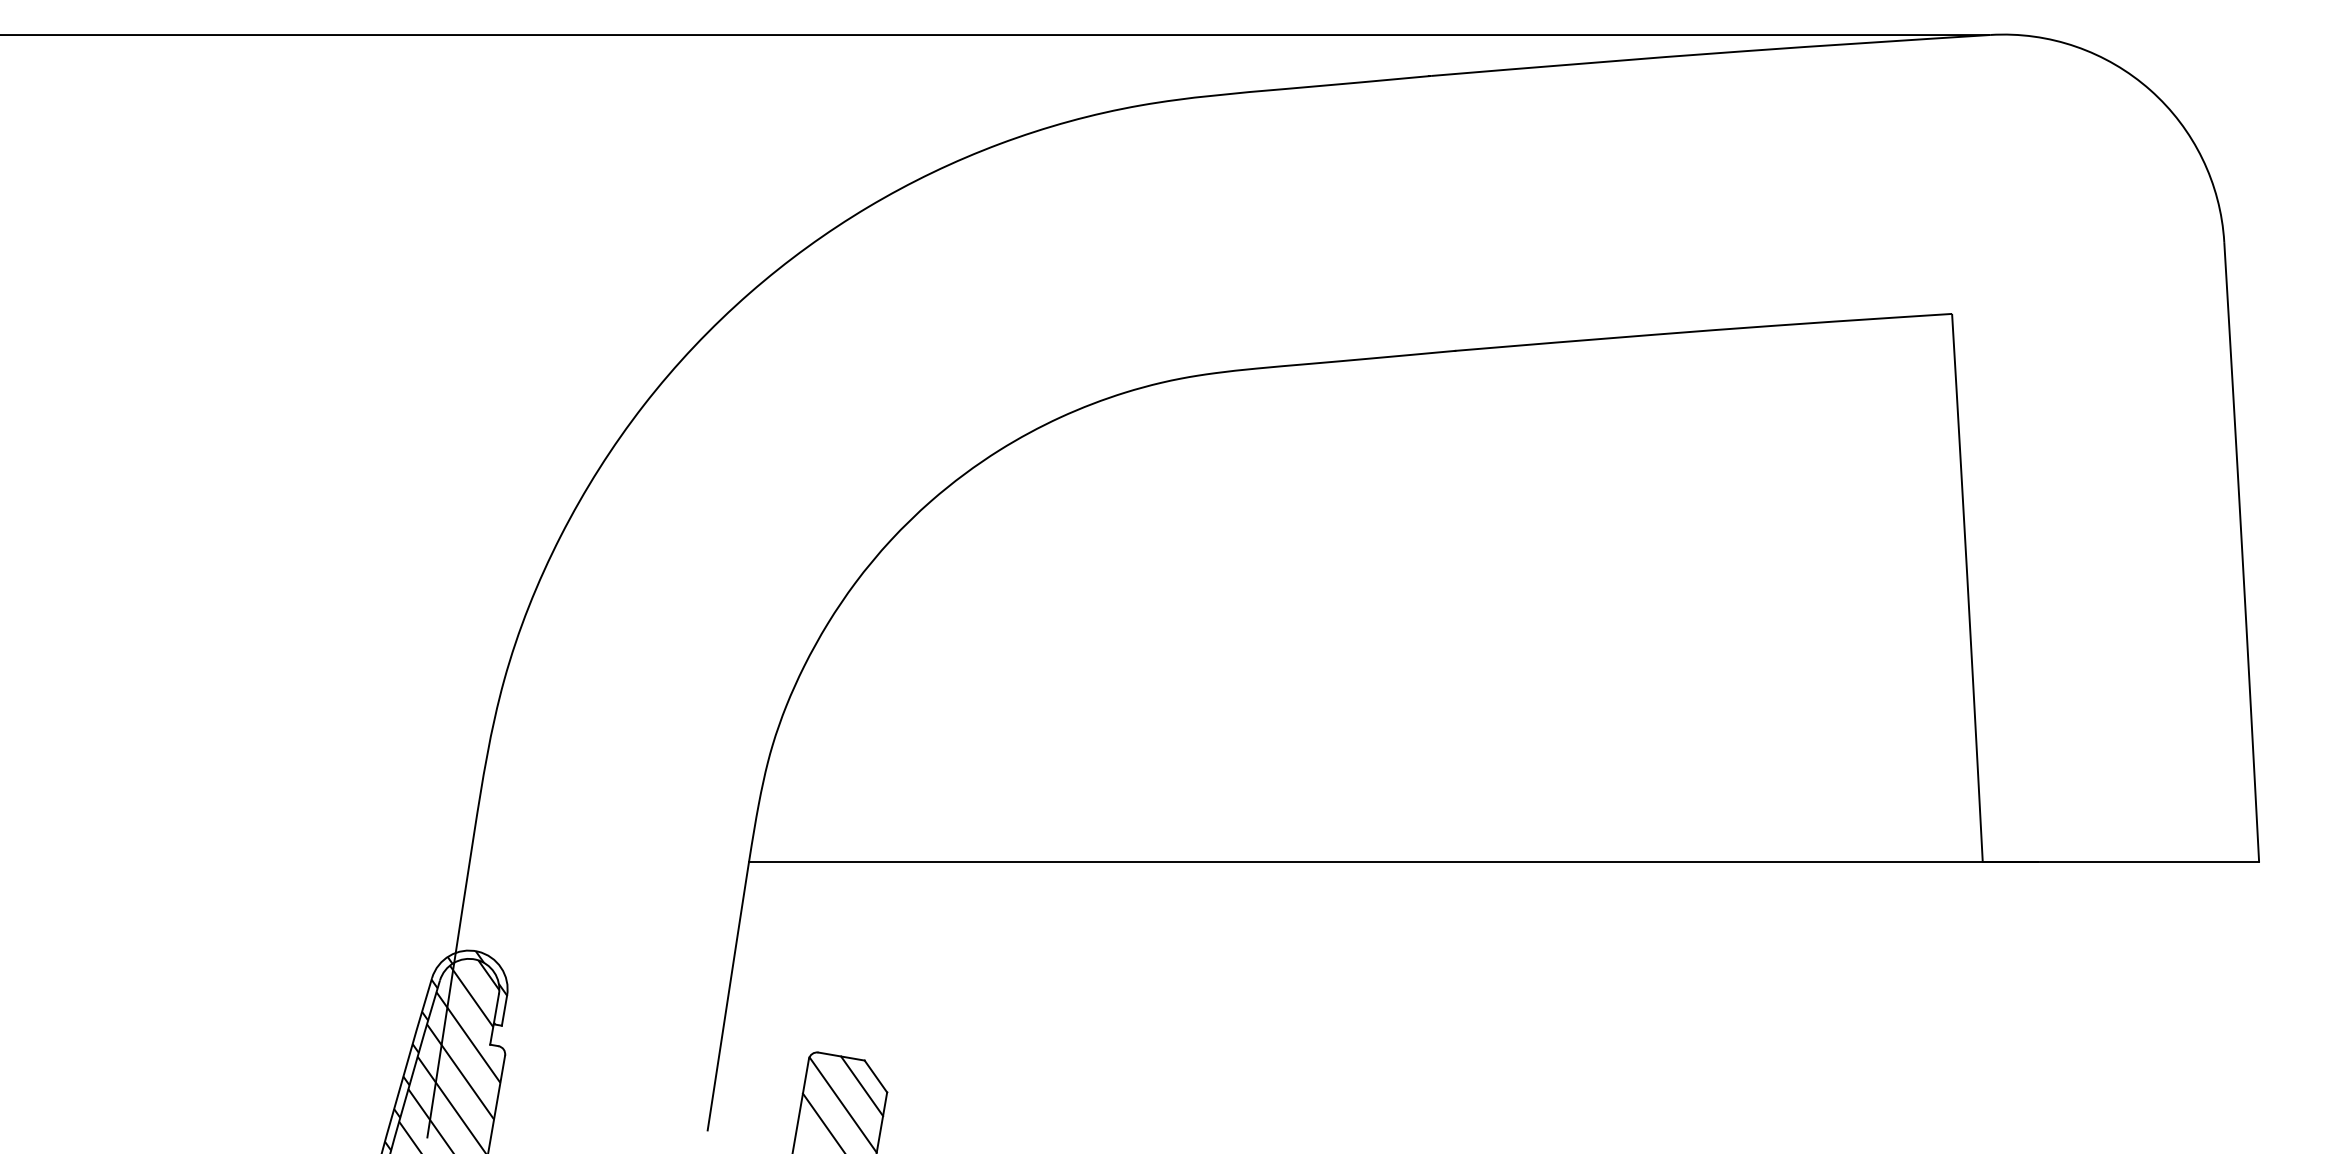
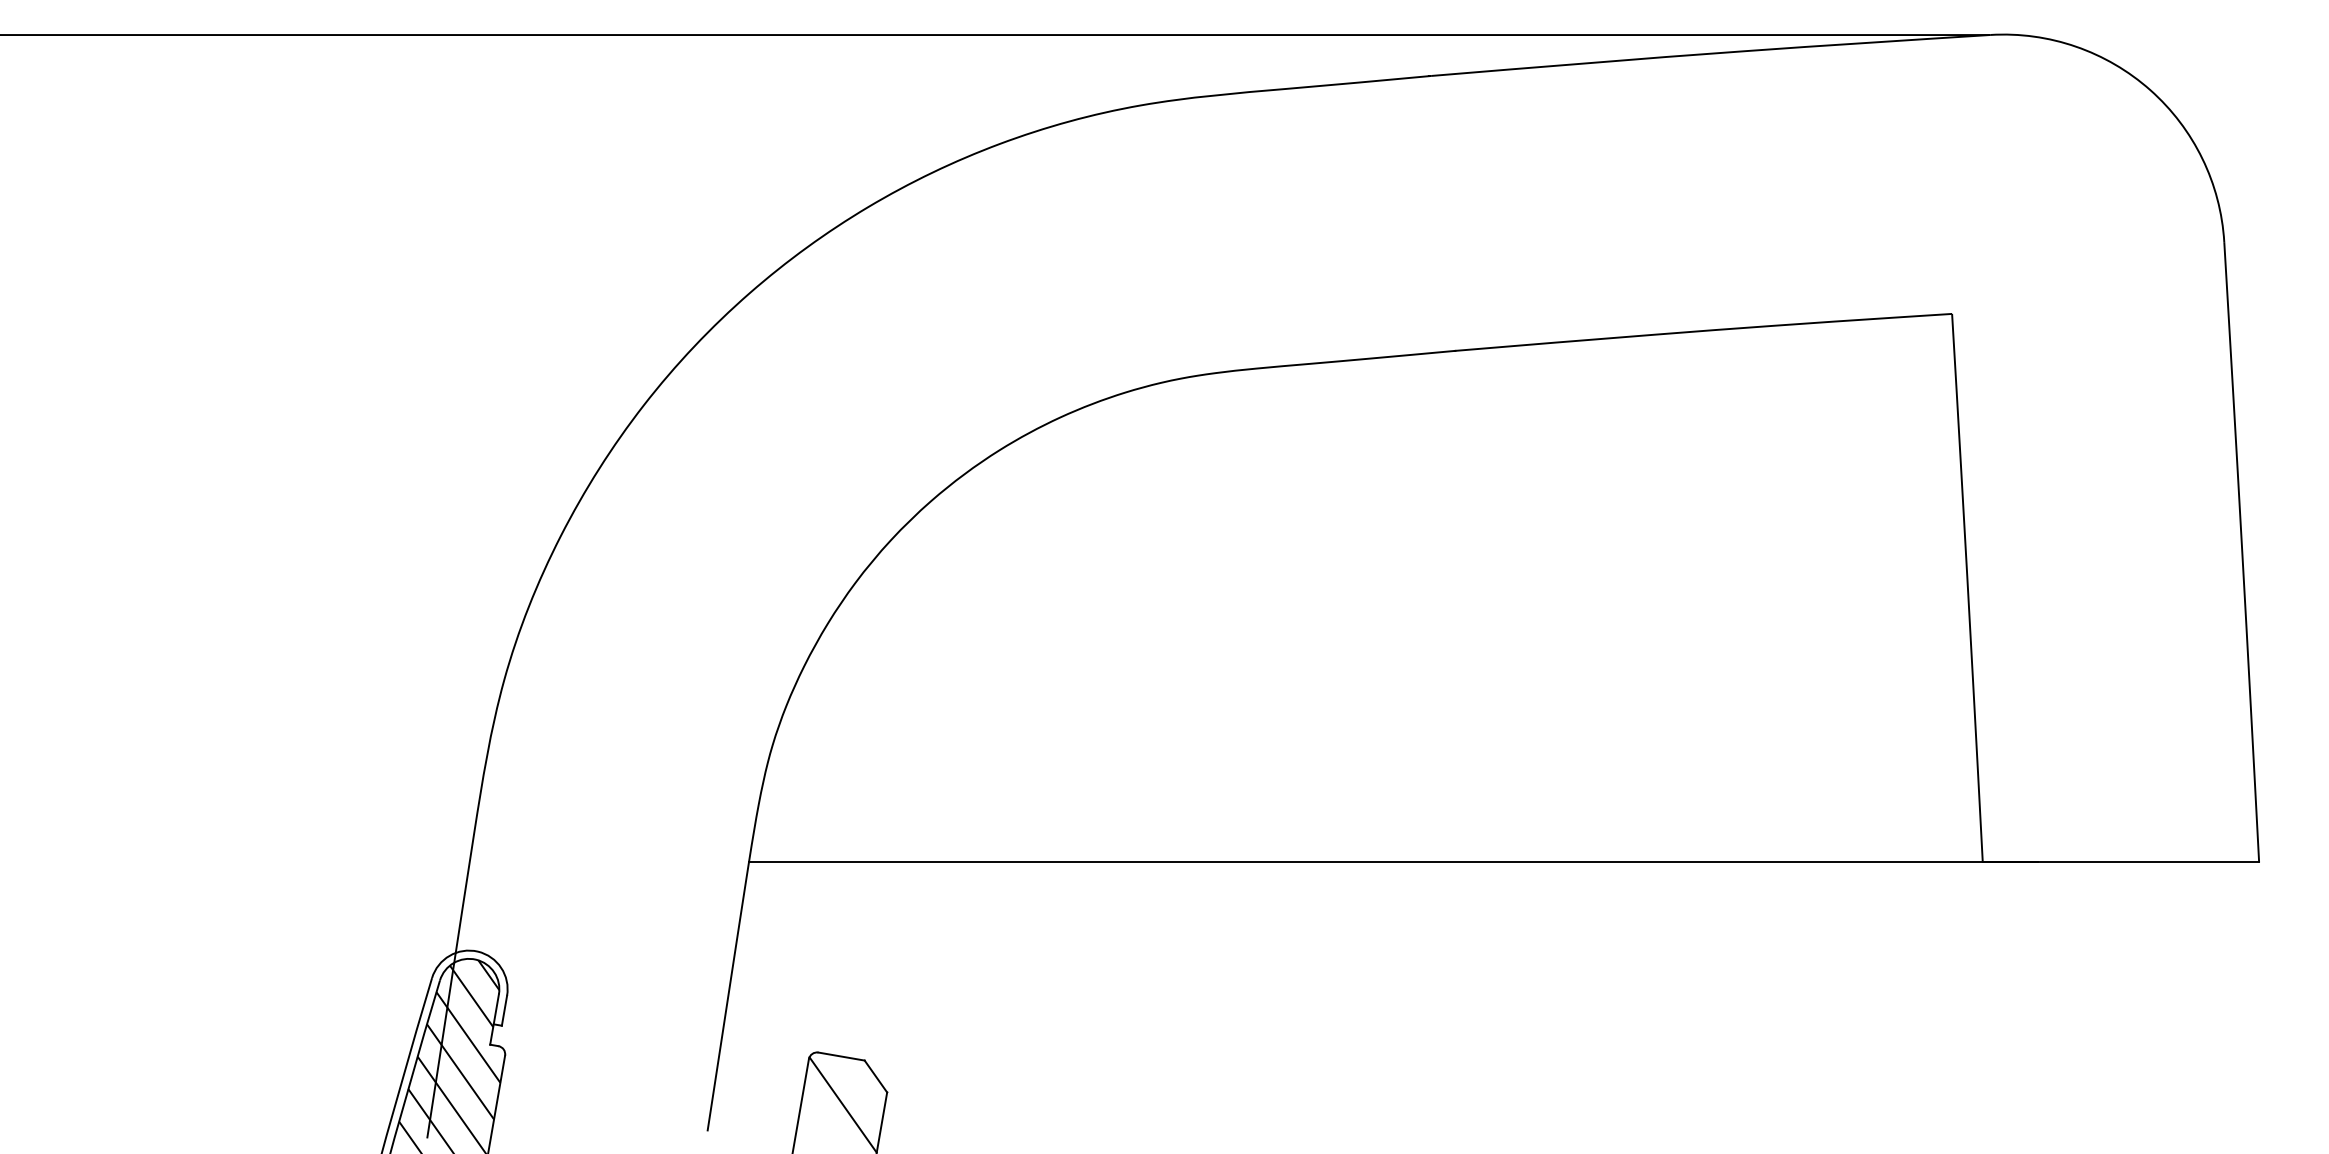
hatch at (445, 1050): present -> none
line at (862, 1086): present -> none
line at (822, 1121): present -> none
